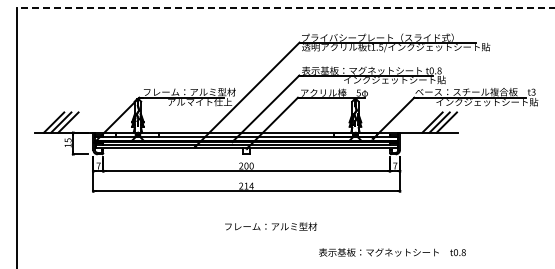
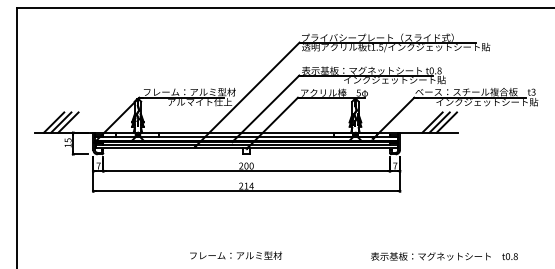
line at (285, 8): dashed -> solid
text at (270, 226) position: (270, 226) -> (235, 255)
text at (392, 252) position: (392, 252) -> (444, 256)
